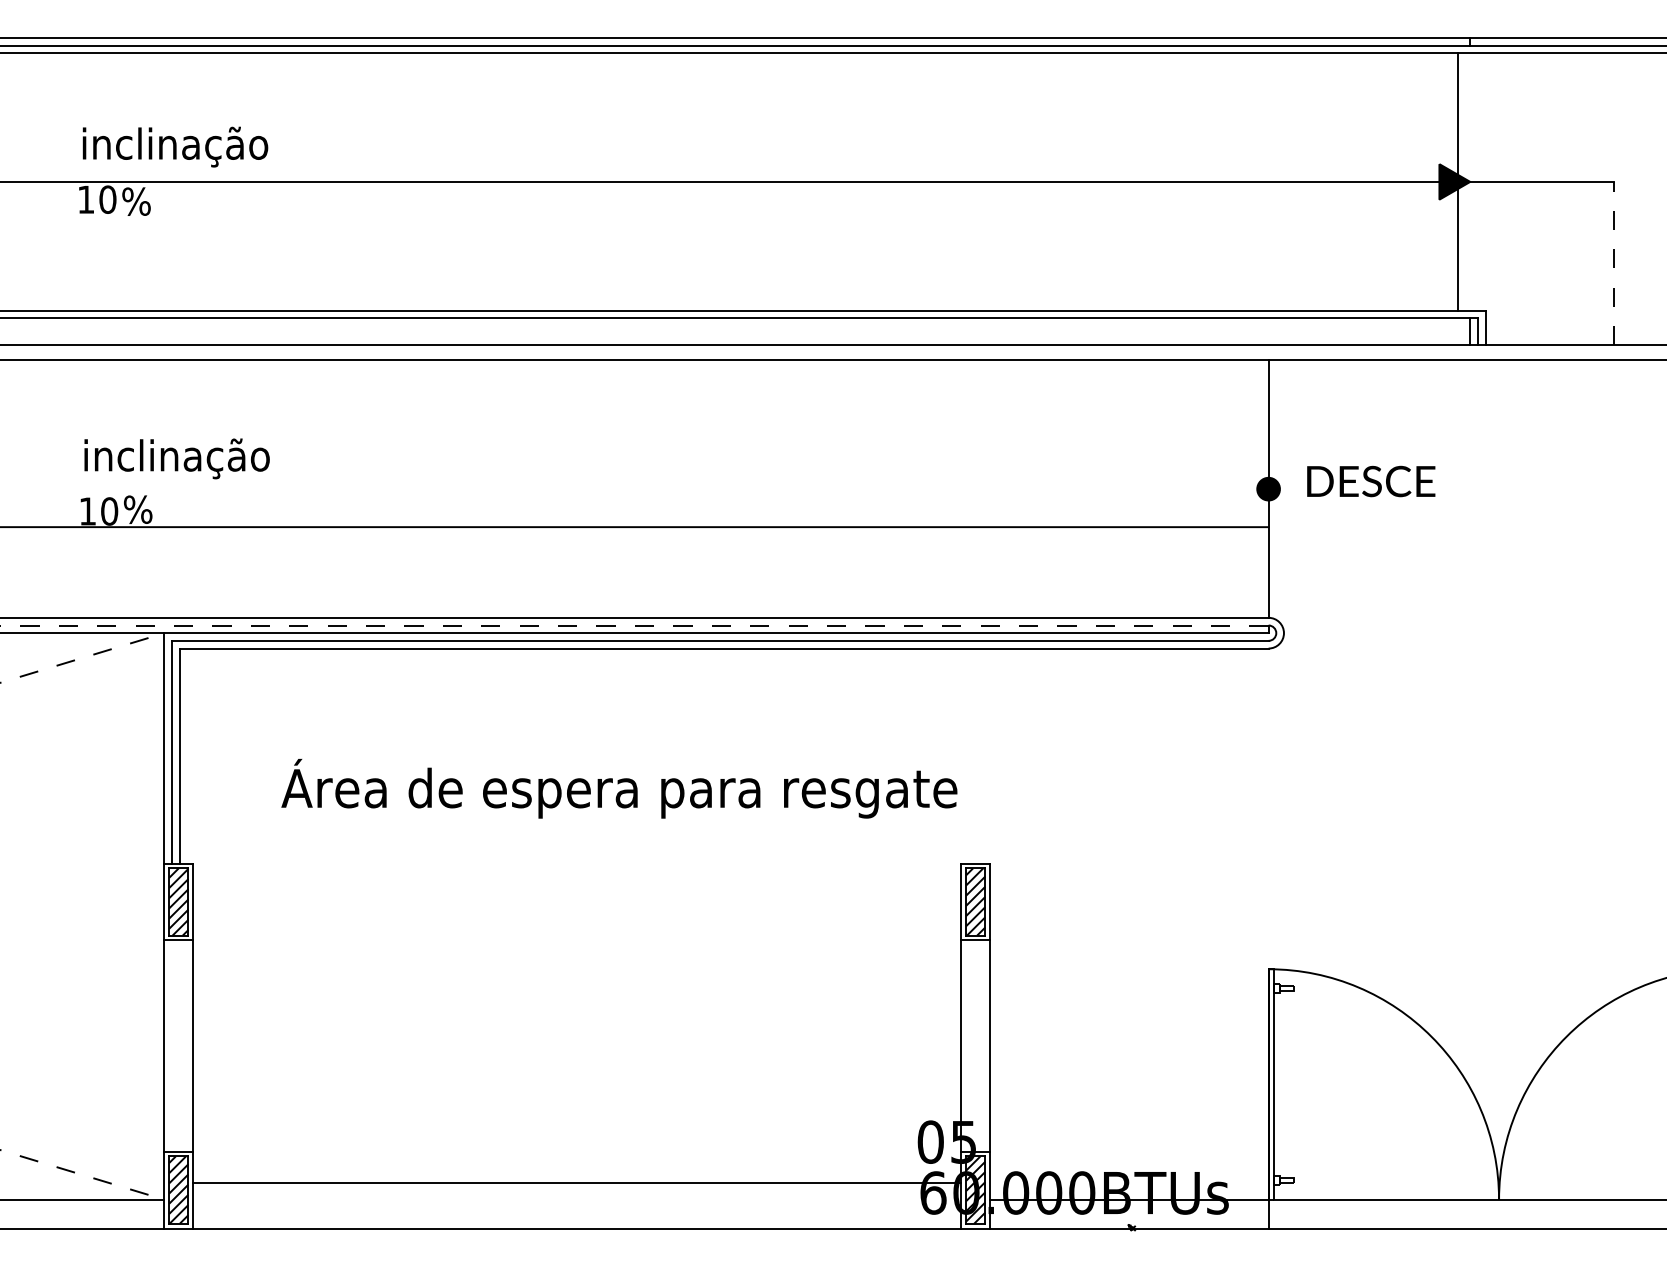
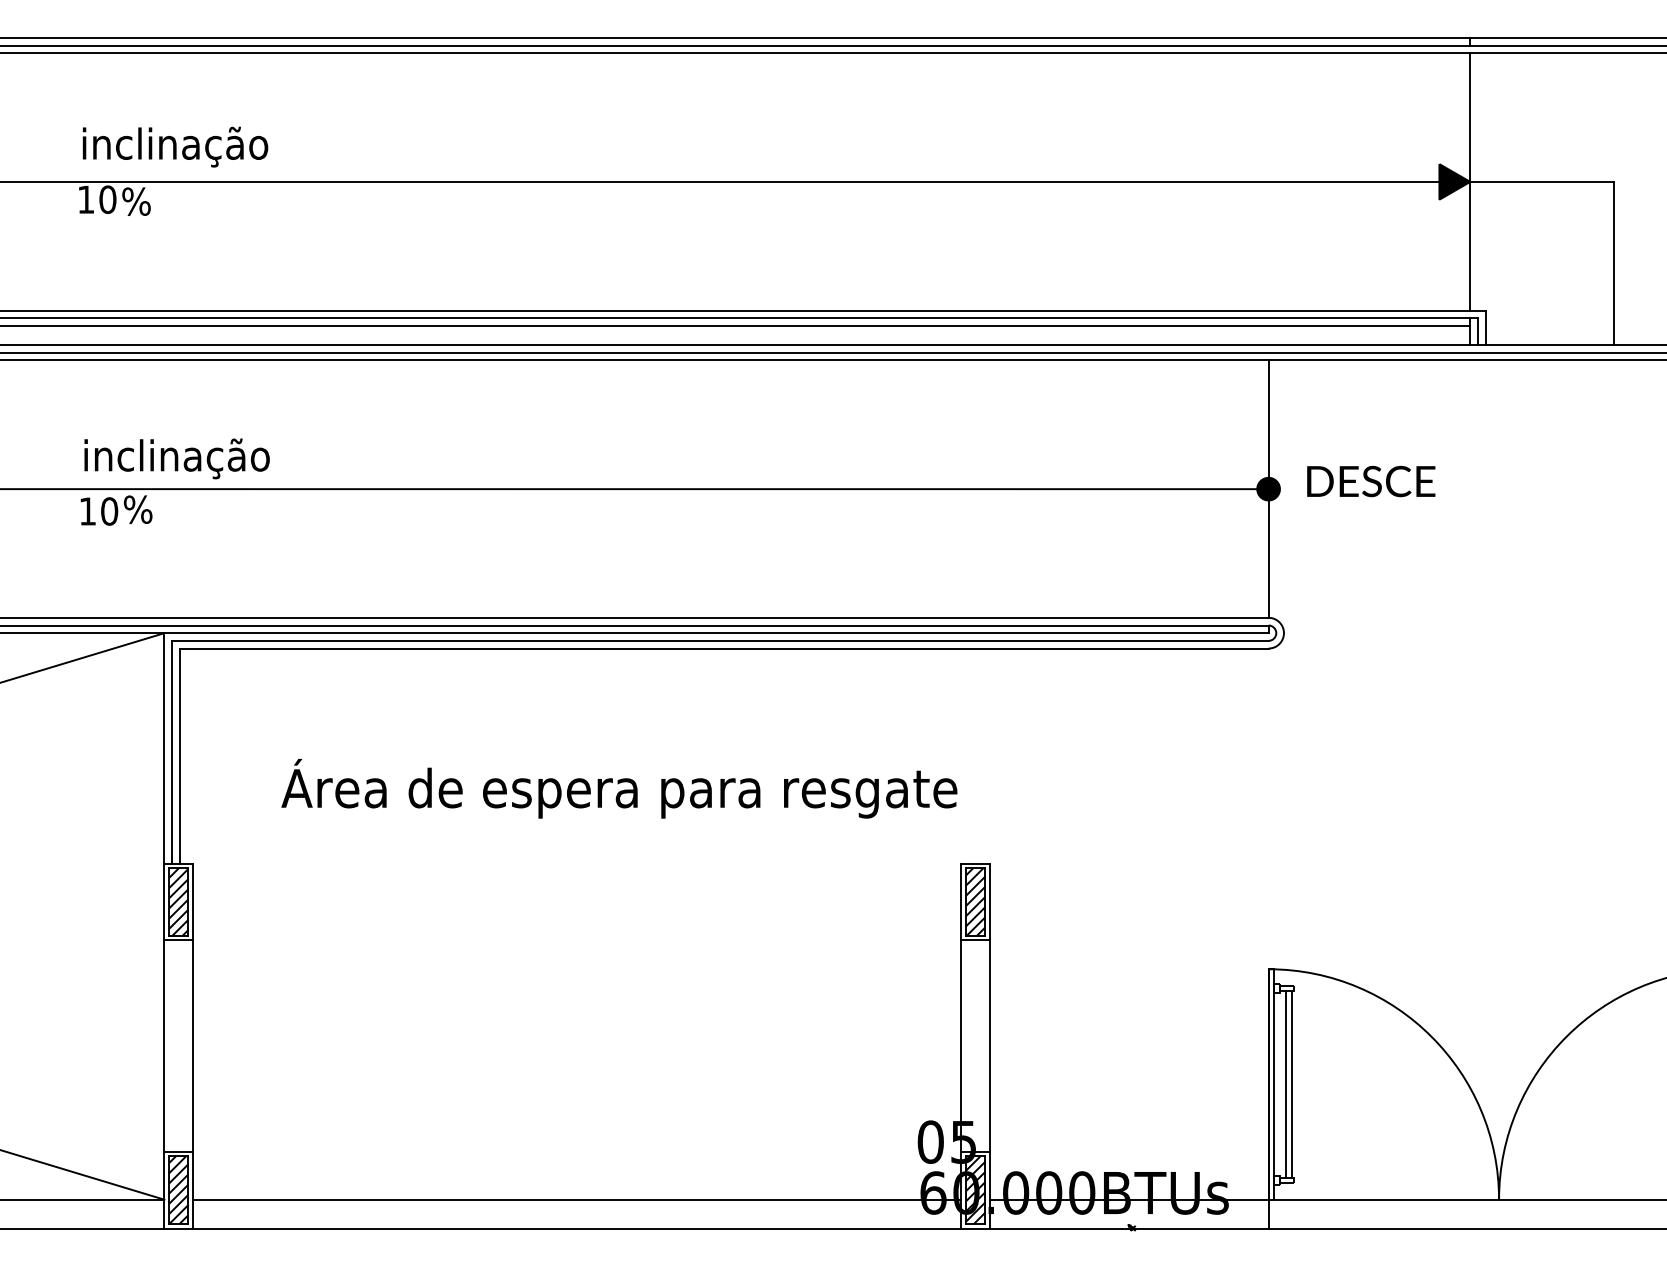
line at (1458, 181) position: (1458, 181) -> (1470, 181)
line at (1614, 263): dashed -> solid
line at (736, 325): none -> present
line at (832, 352): none -> present
line at (635, 527) position: (635, 527) -> (635, 489)
line at (634, 625): dashed -> solid
line at (83, 657): dashed -> solid
line at (1285, 1084): none -> present
line at (1291, 1084): none -> present
line at (83, 1175): dashed -> solid
line at (577, 1182) position: (577, 1182) -> (577, 1199)
